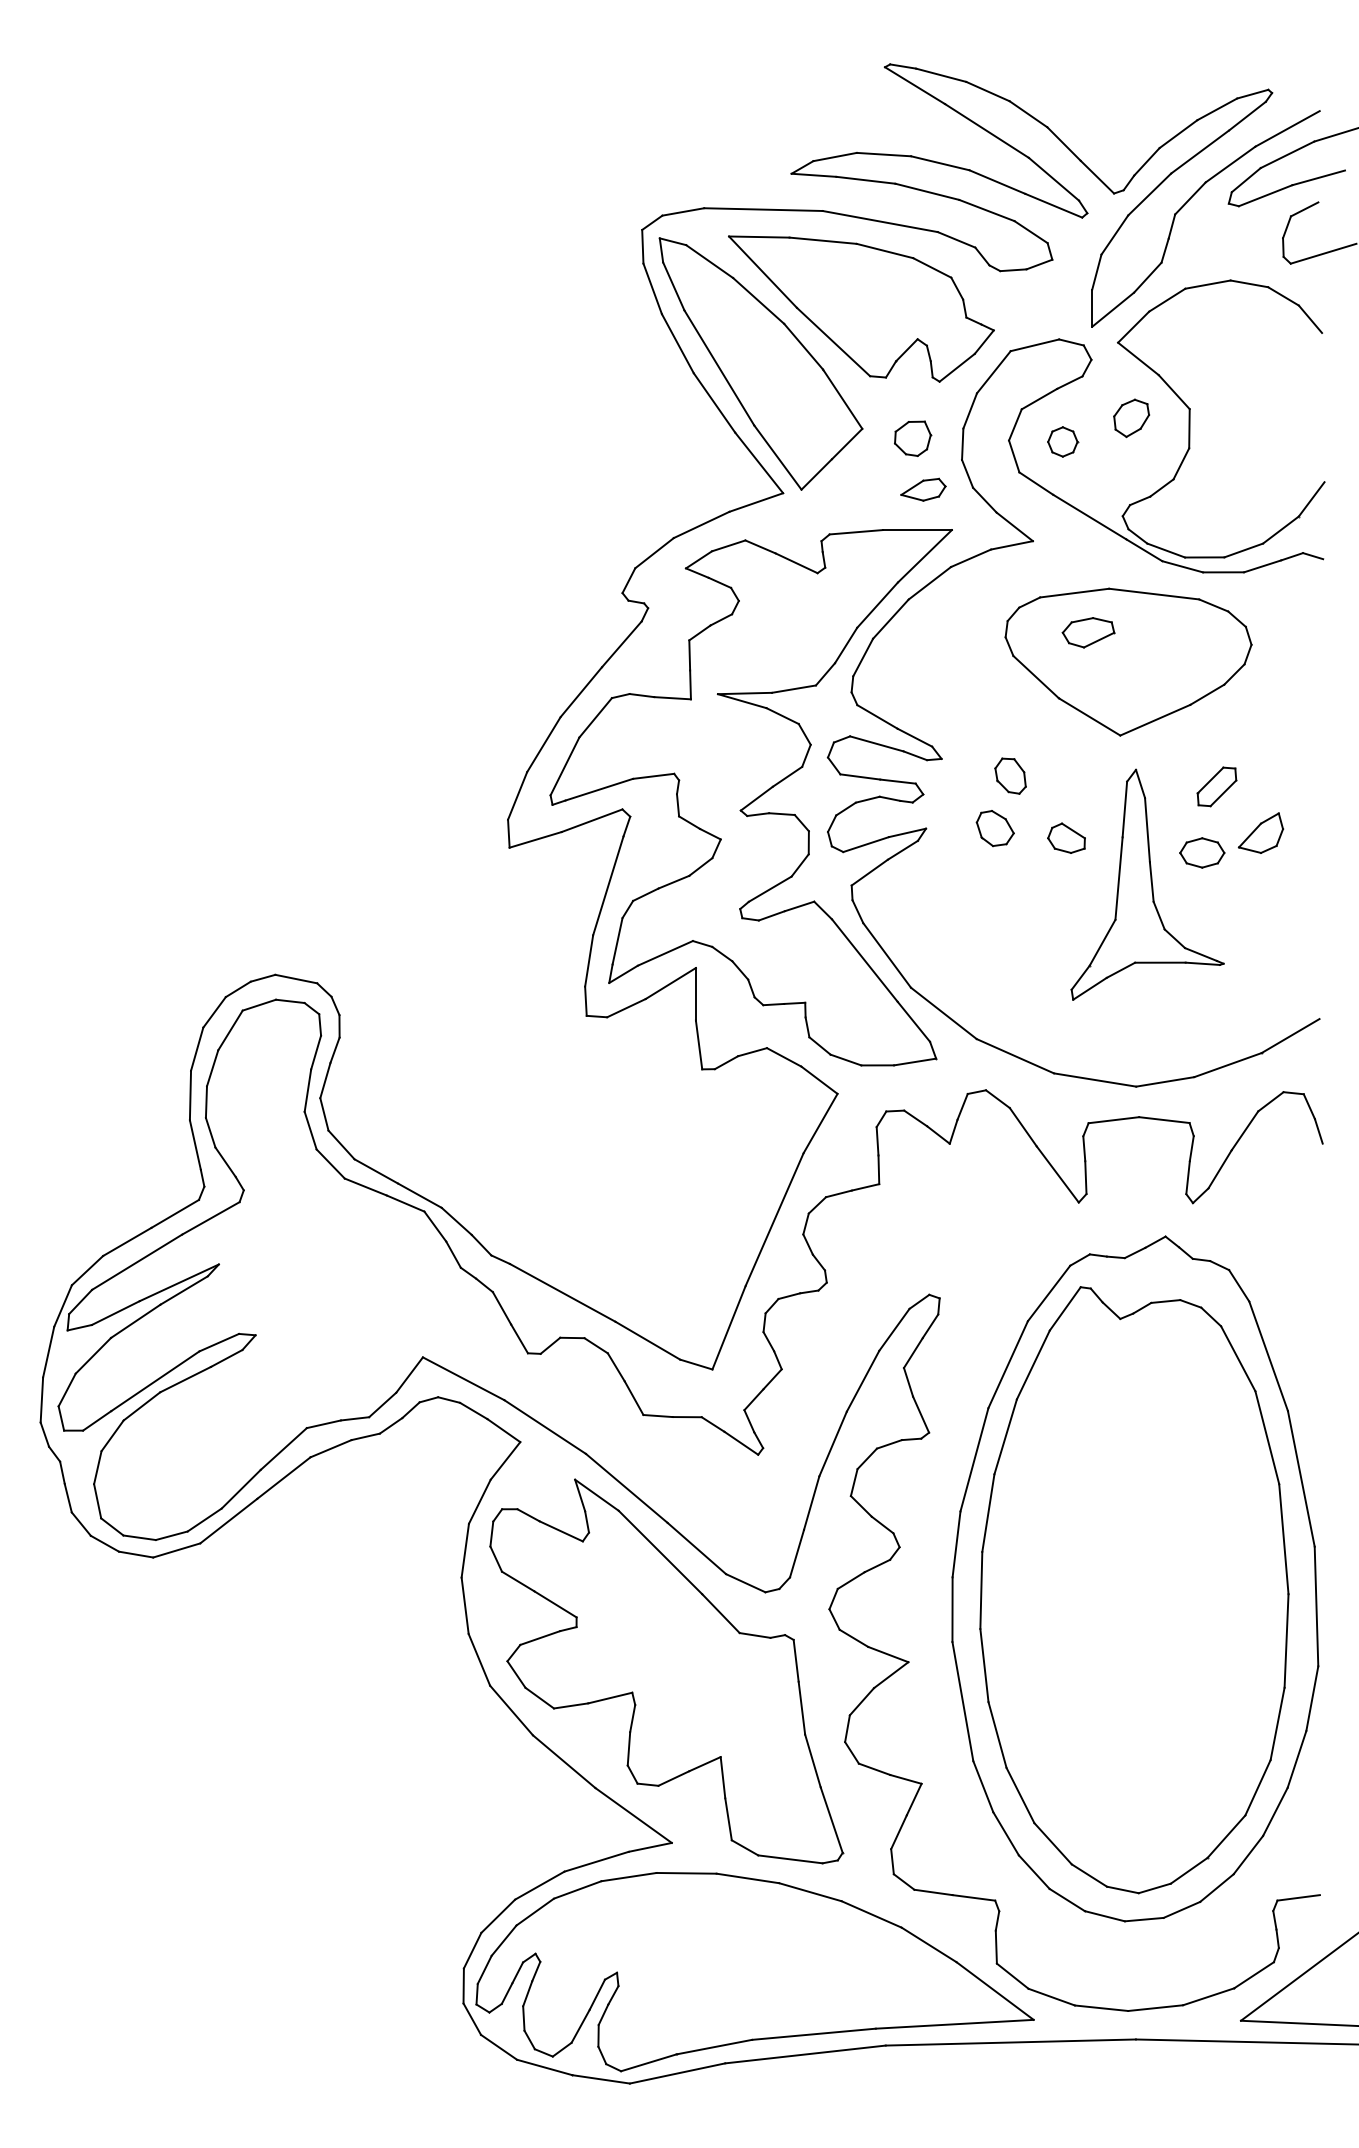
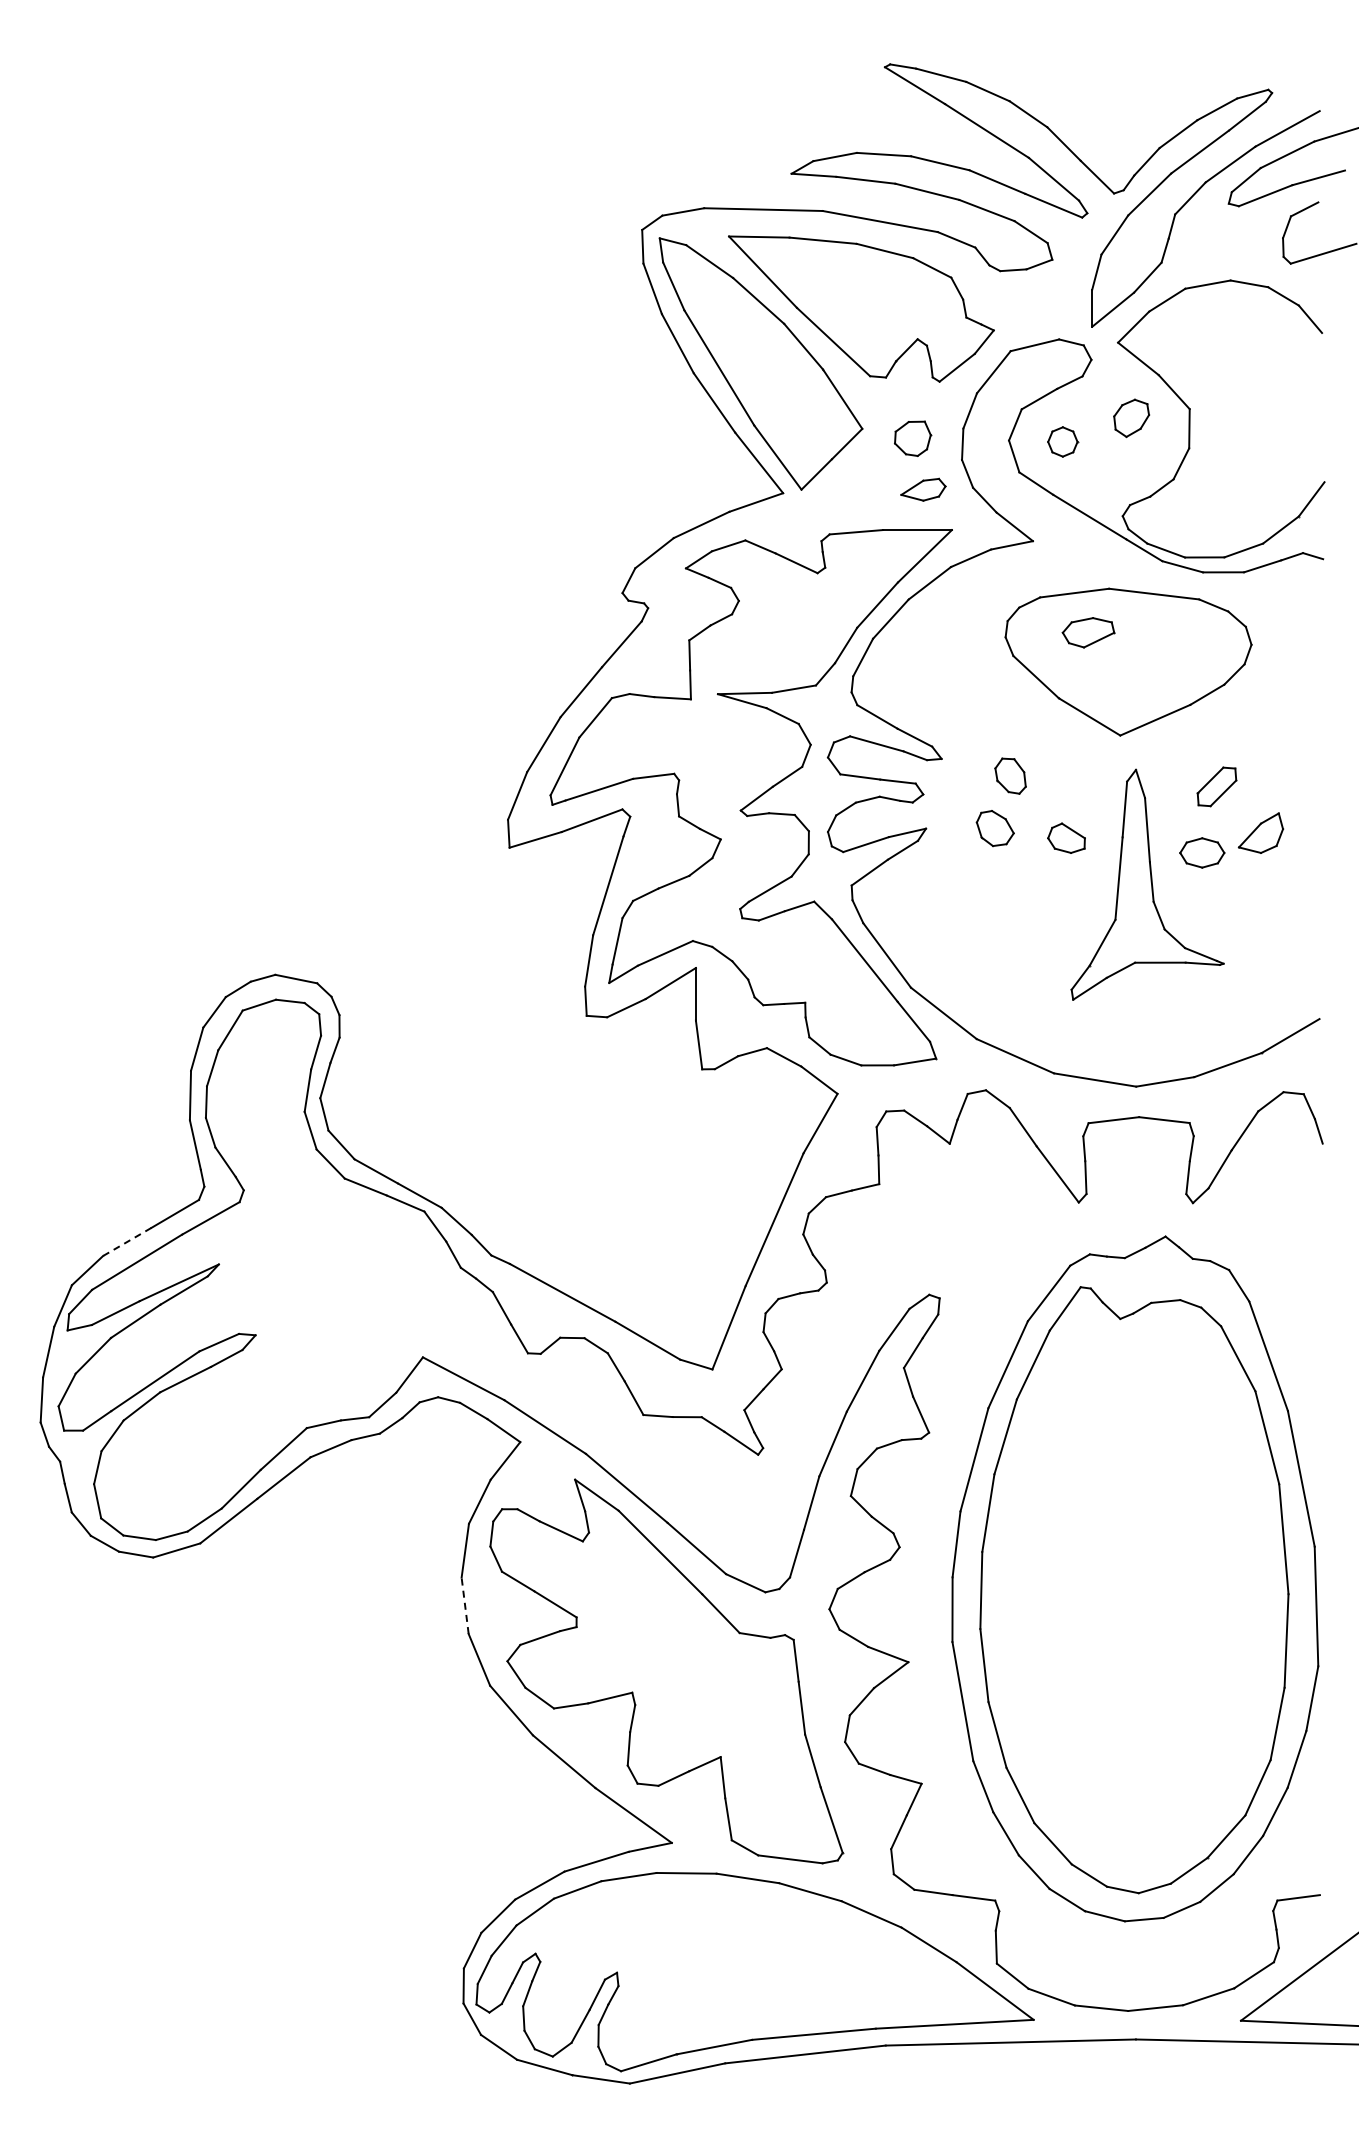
line at (127, 1241): solid -> dashed
line at (465, 1605): solid -> dashed
